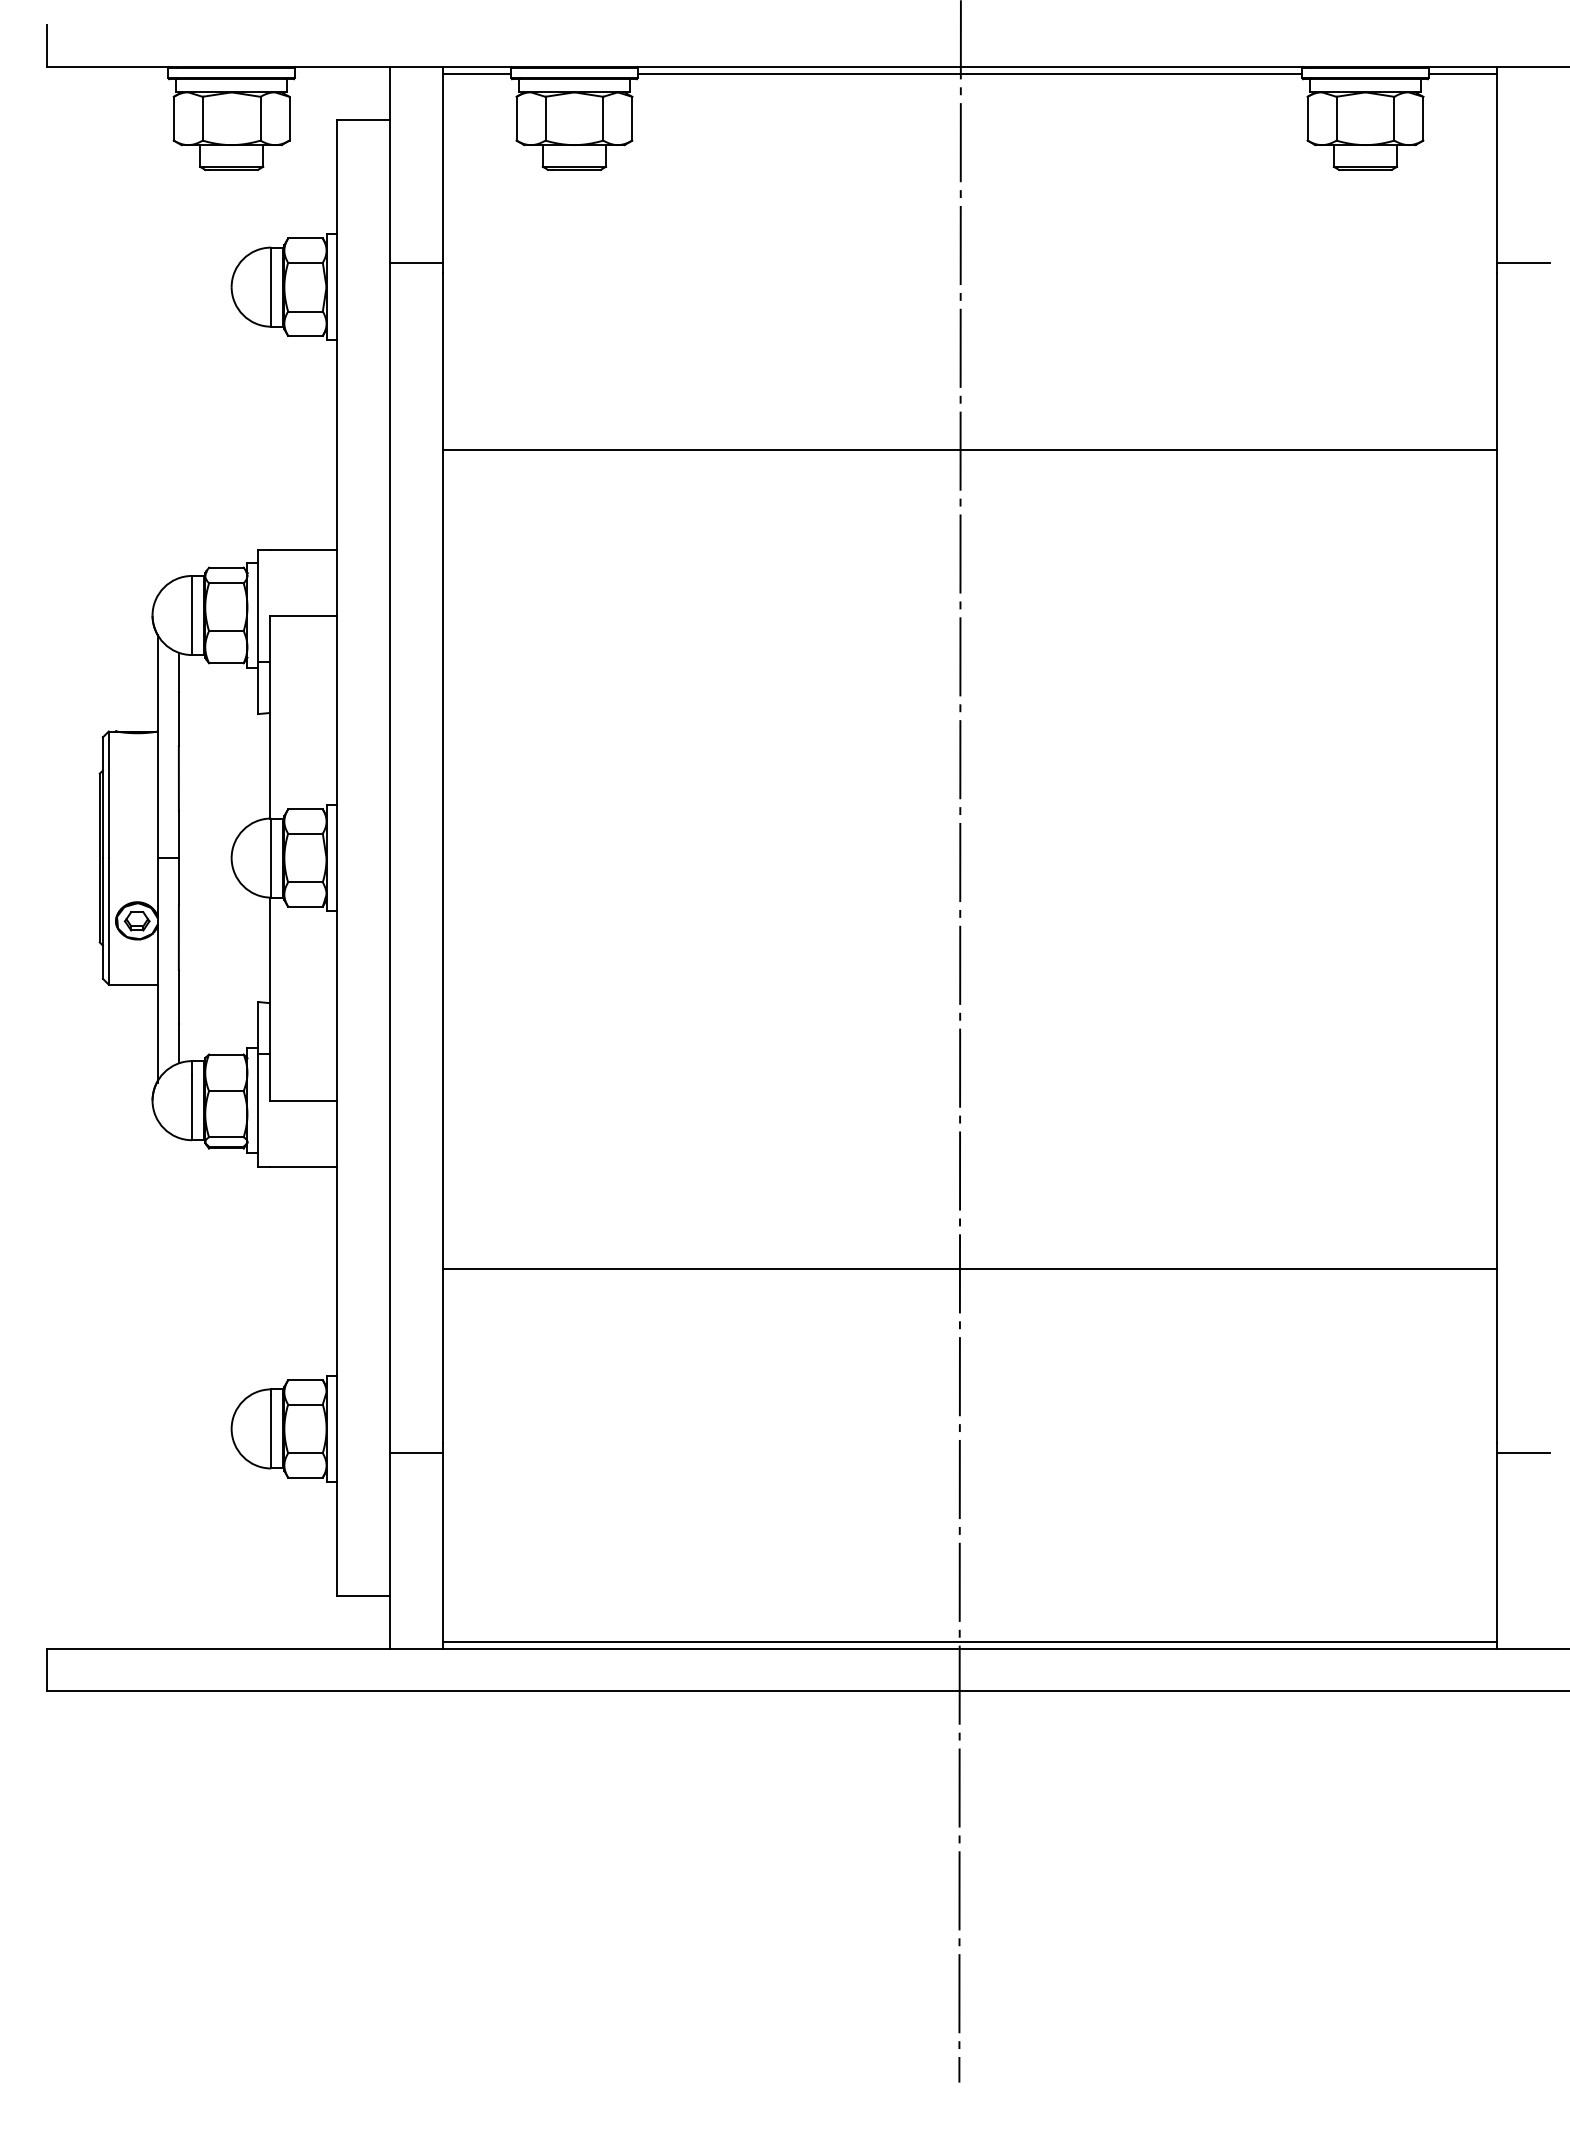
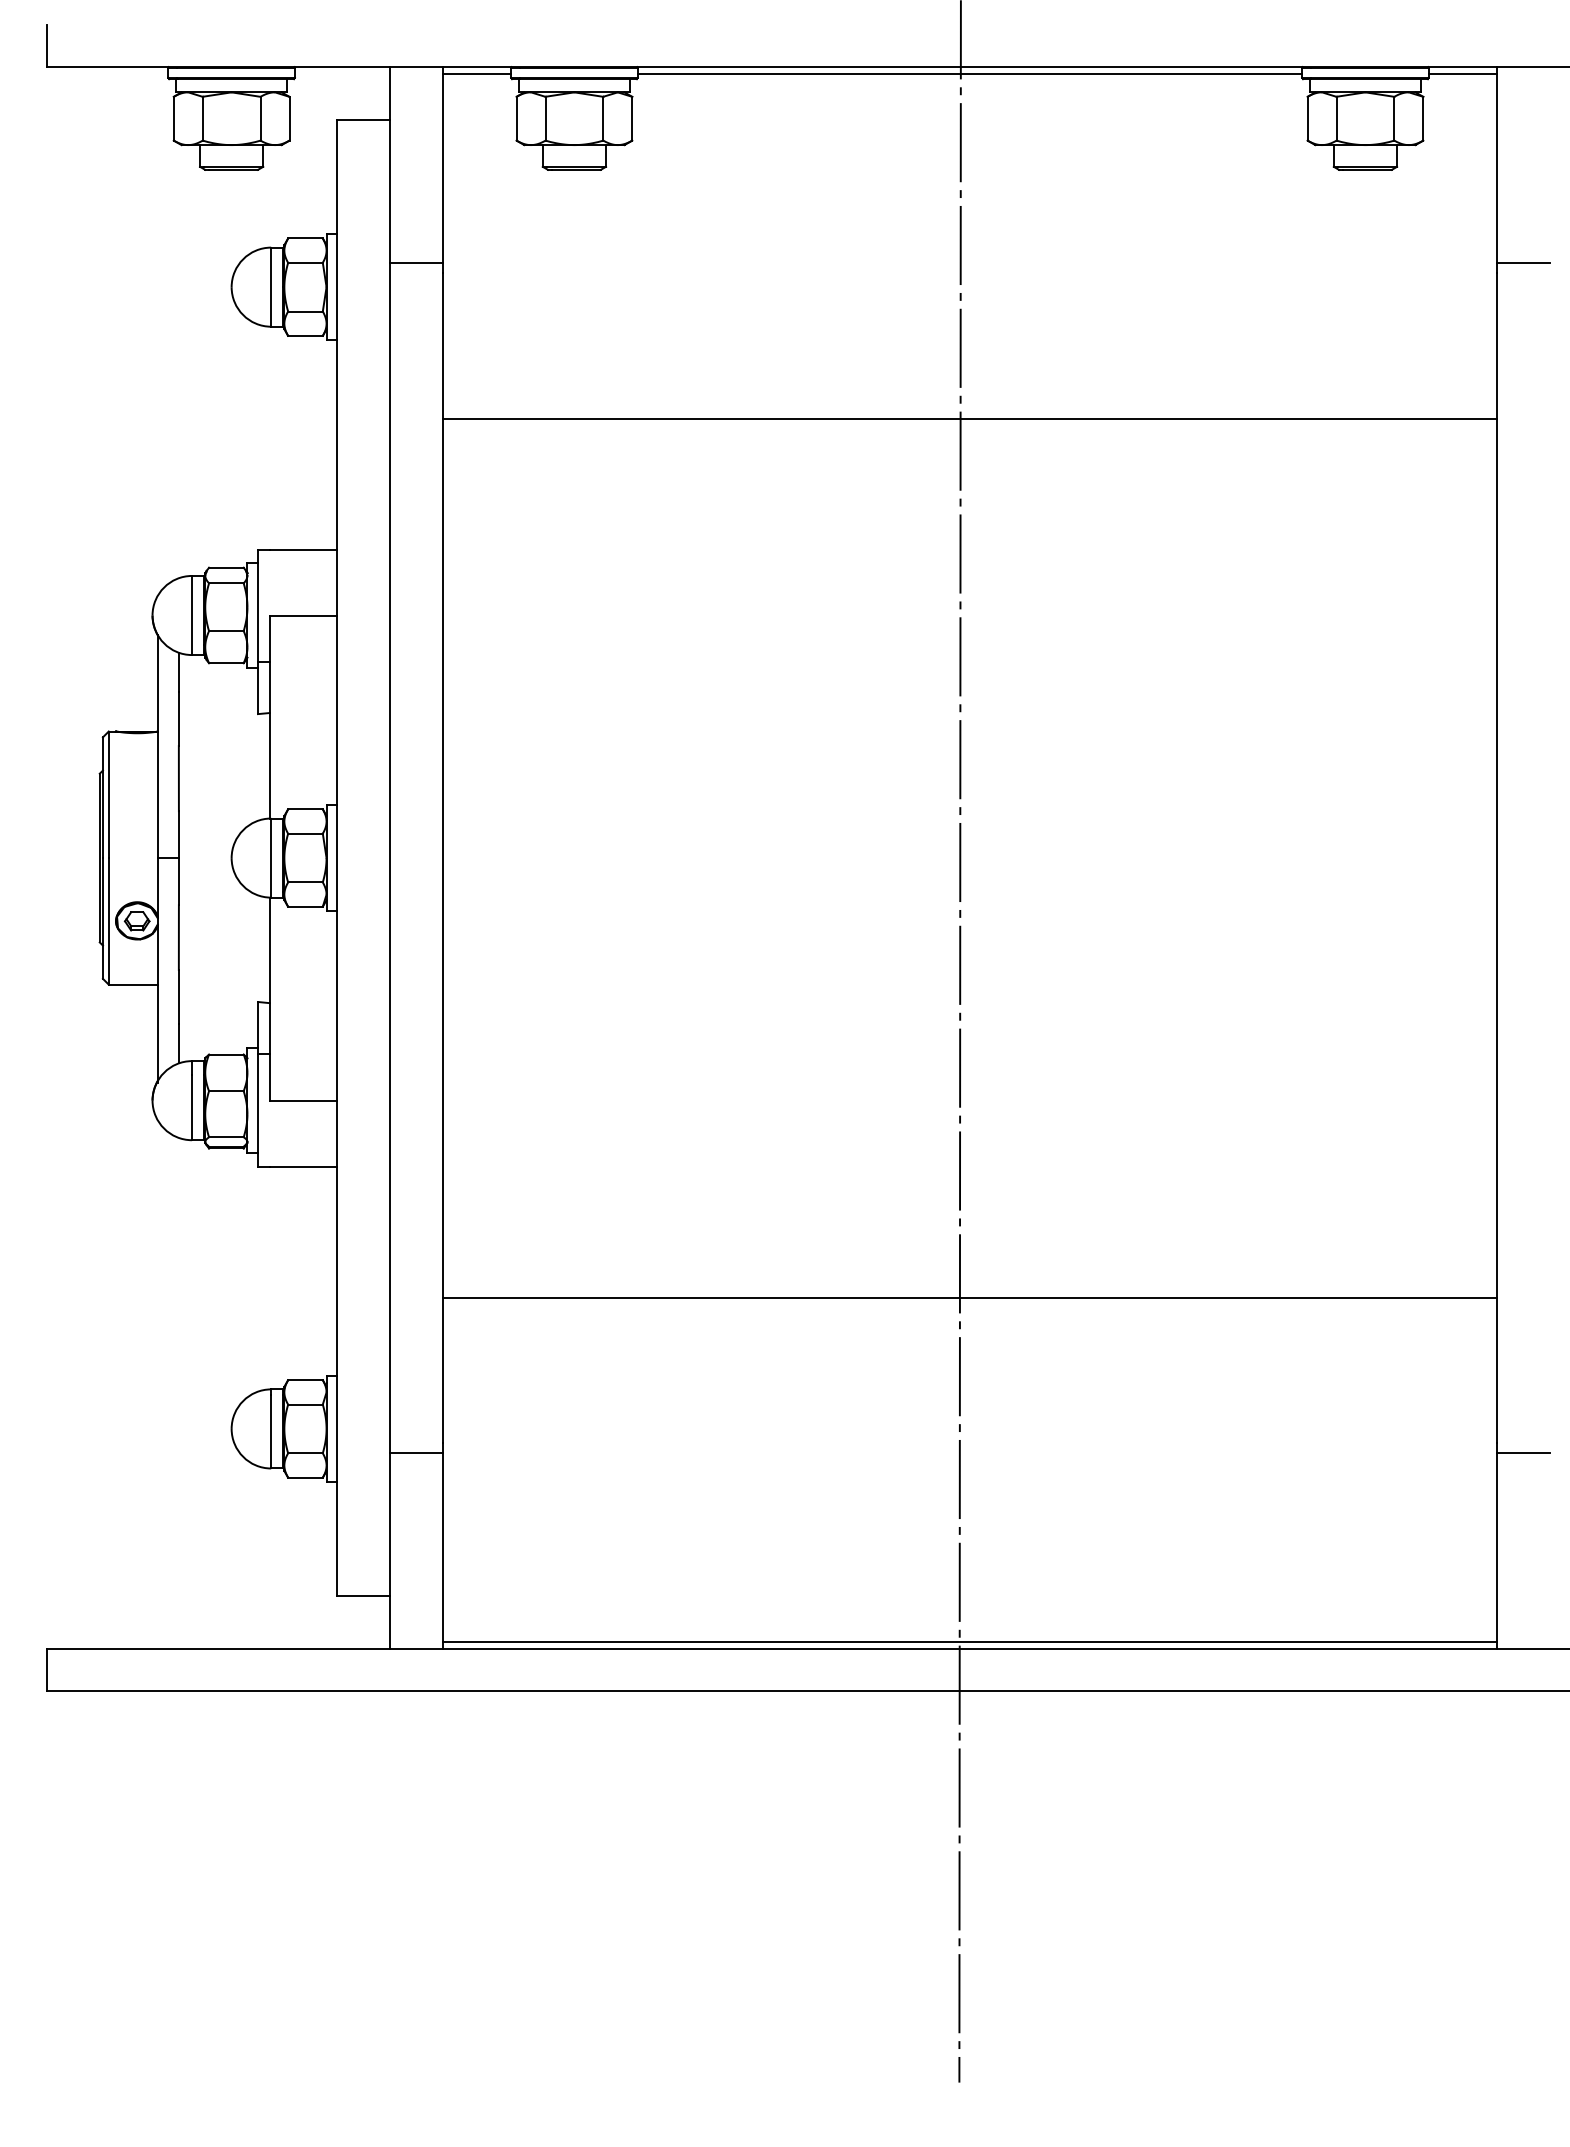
line at (969, 449) position: (969, 449) -> (969, 418)
line at (969, 1268) position: (969, 1268) -> (969, 1297)
